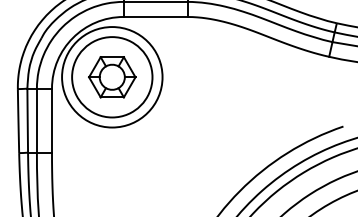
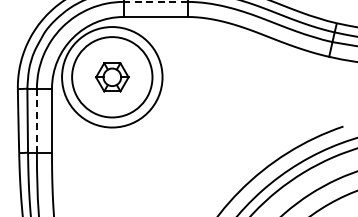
line at (155, 1): solid -> dashed
part at (112, 77) size: 49x43 px -> 35x31 px
line at (36, 121): solid -> dashed
